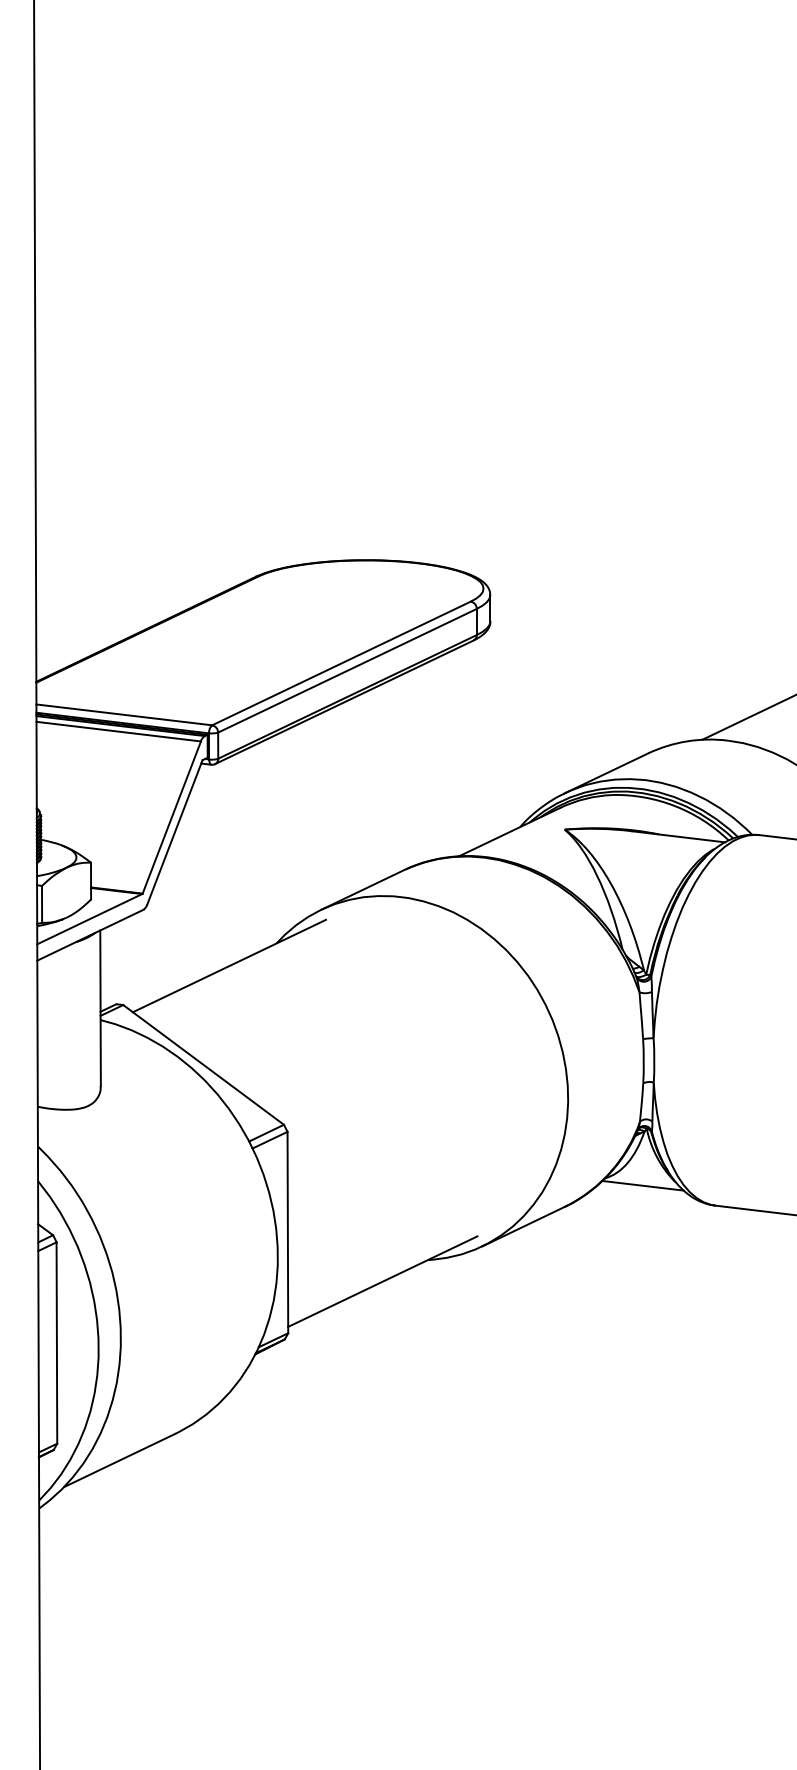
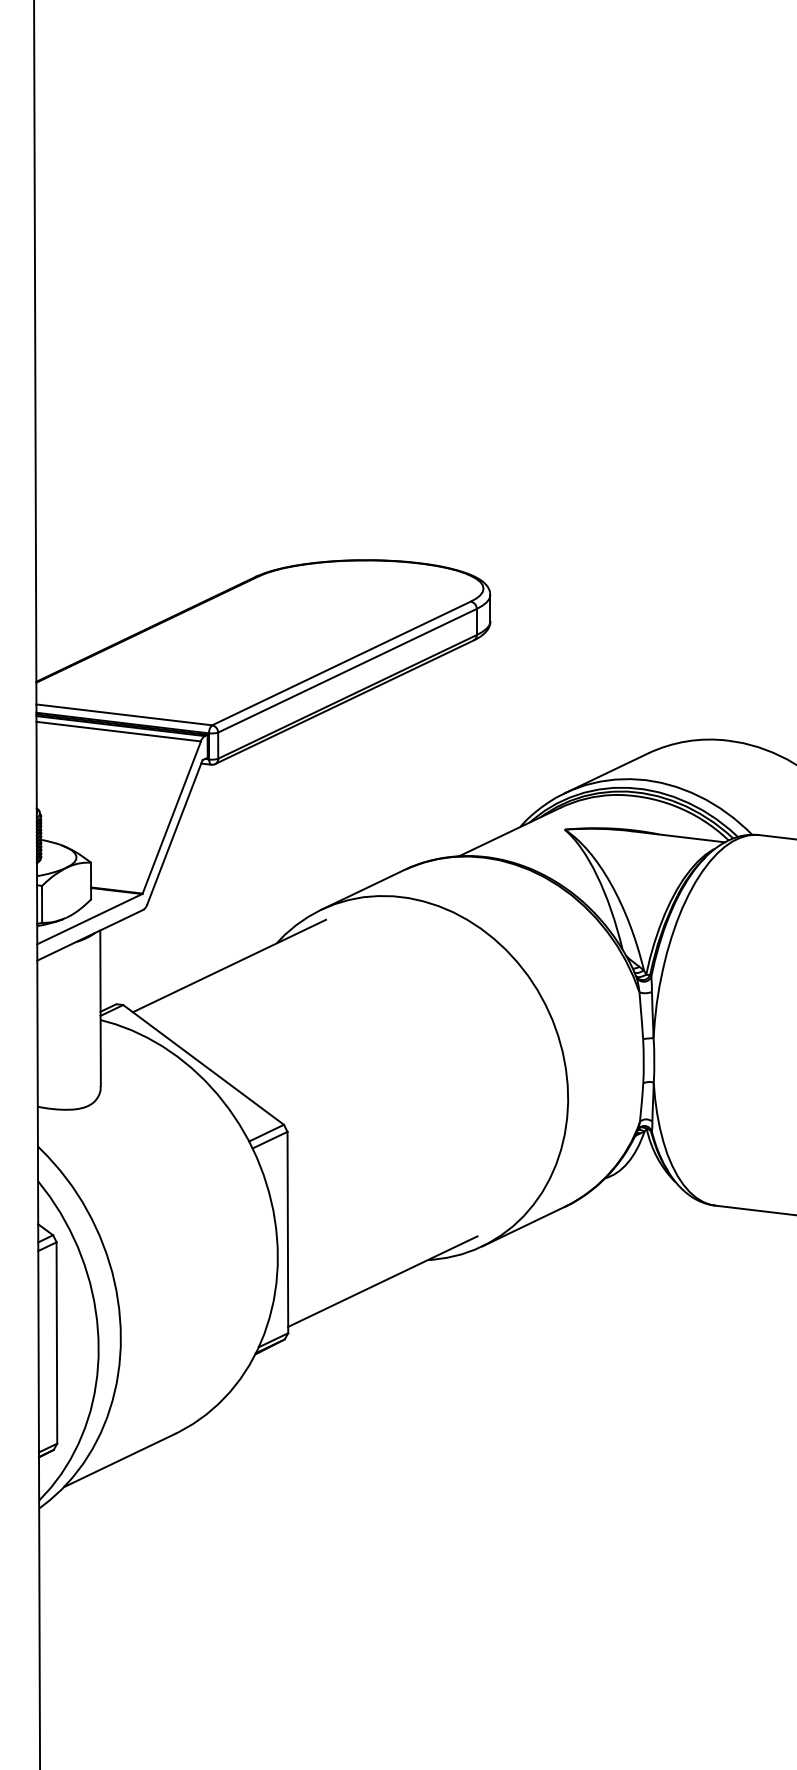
line at (747, 717): present -> none
line at (642, 1185): present -> none
